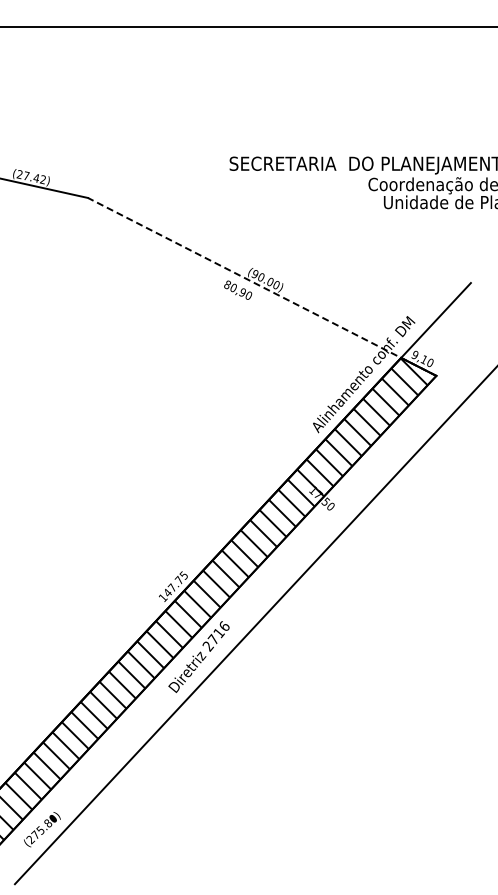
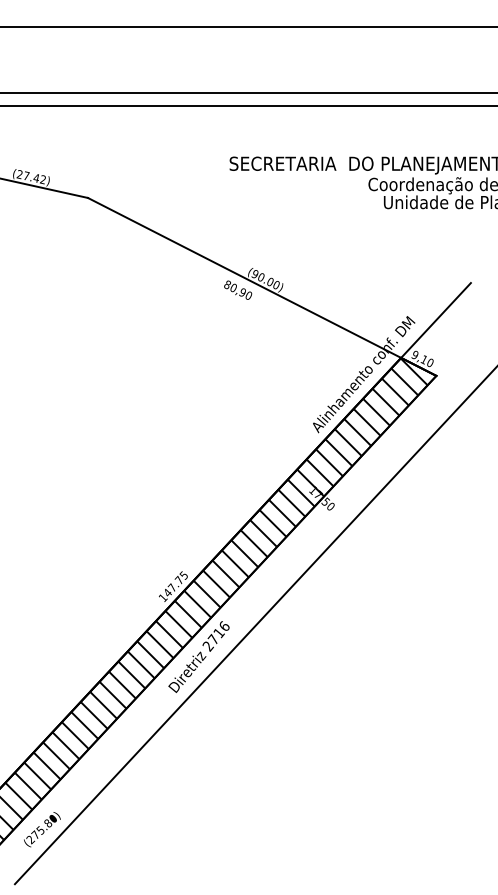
line at (248, 92): none -> present
line at (248, 105): none -> present
line at (262, 286): dashed -> solid
